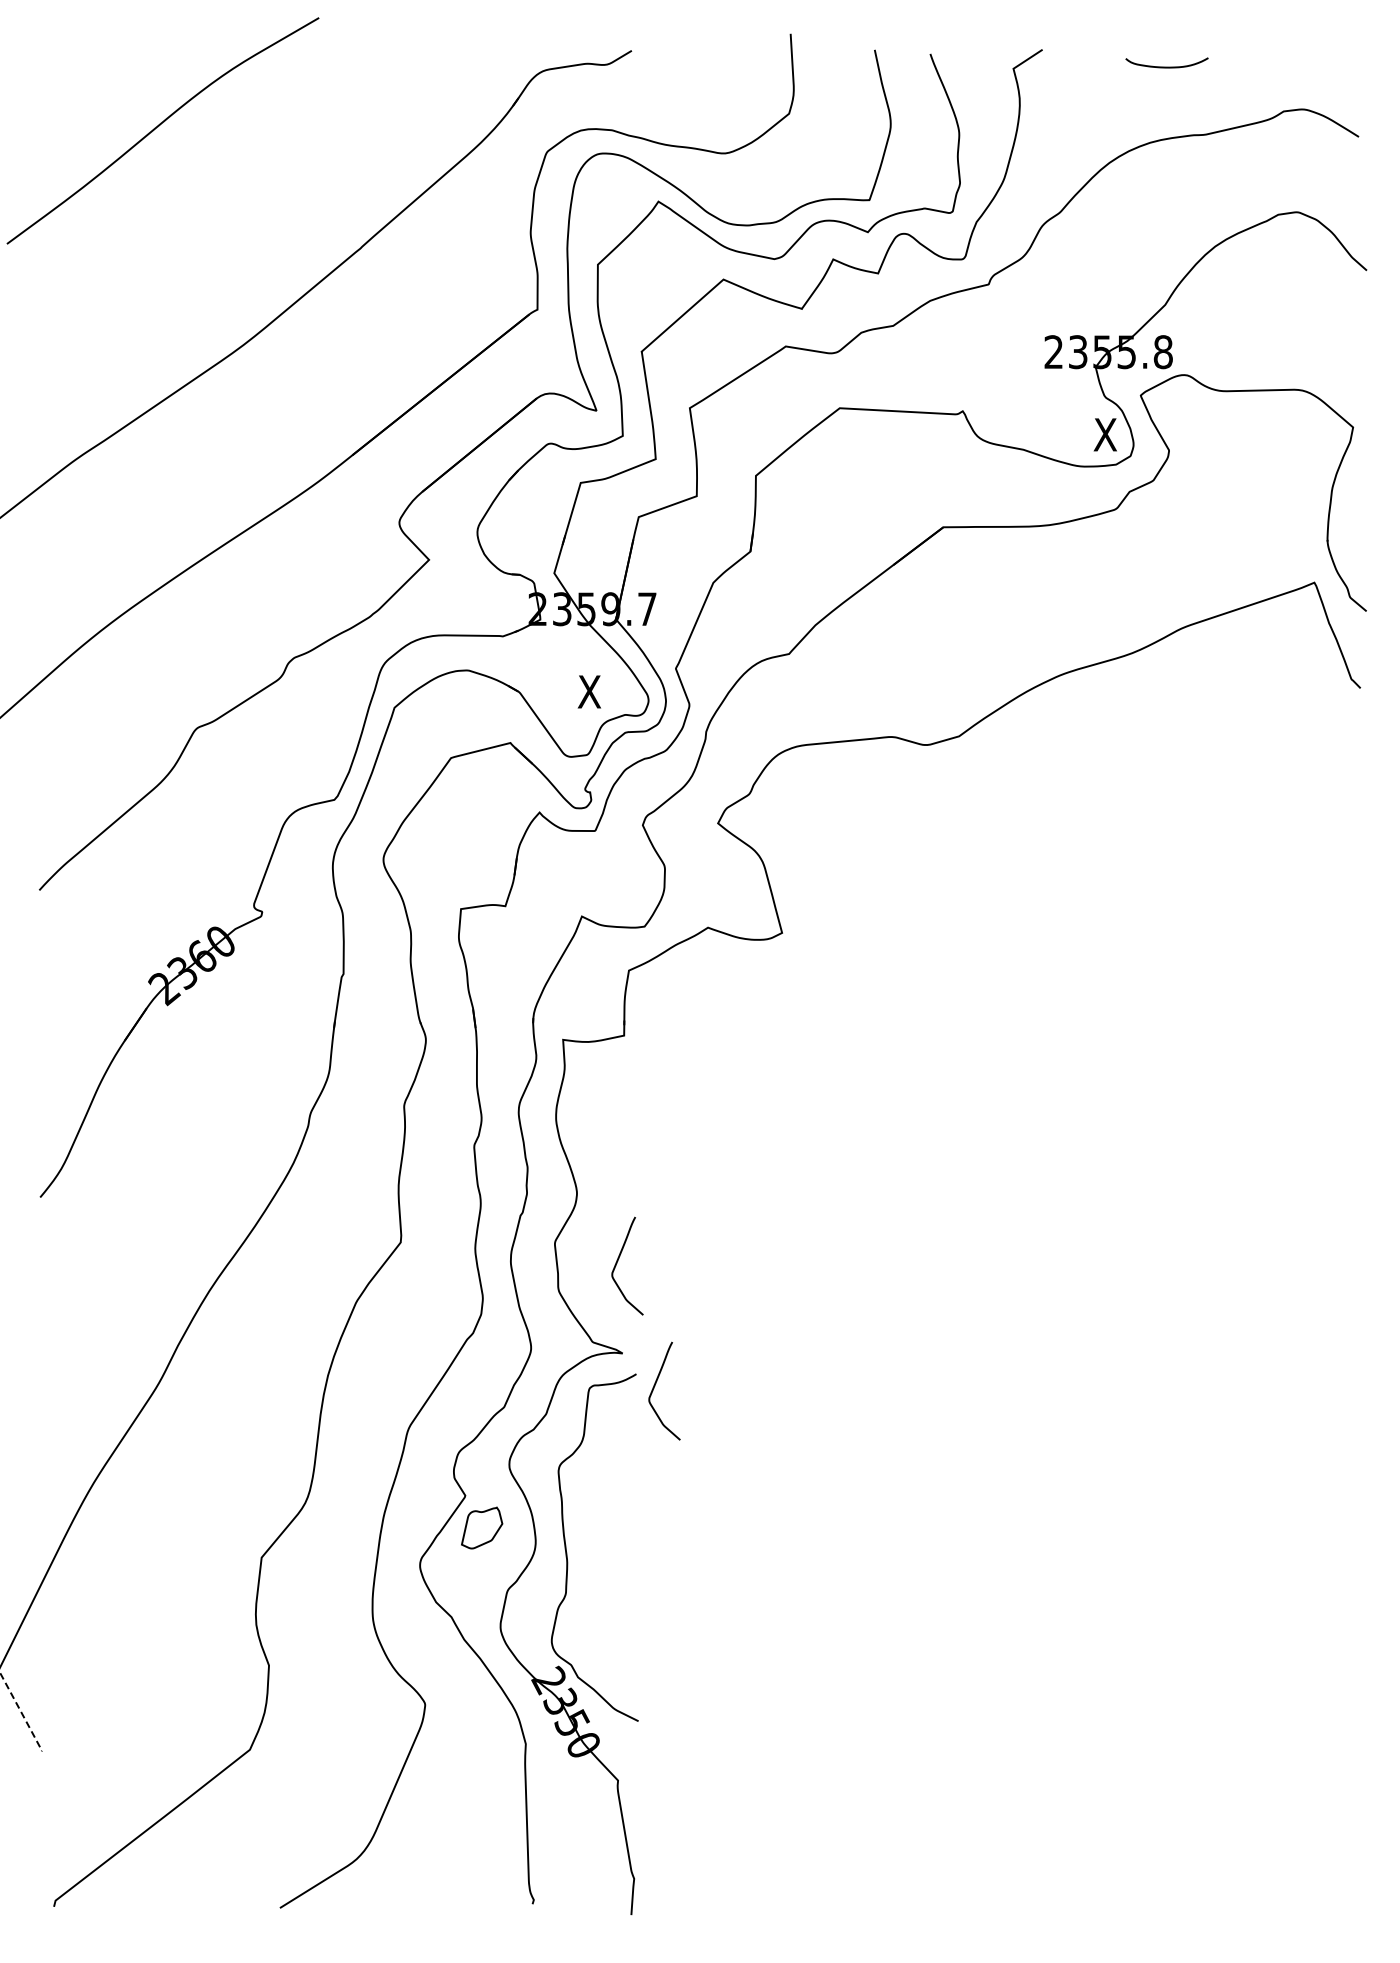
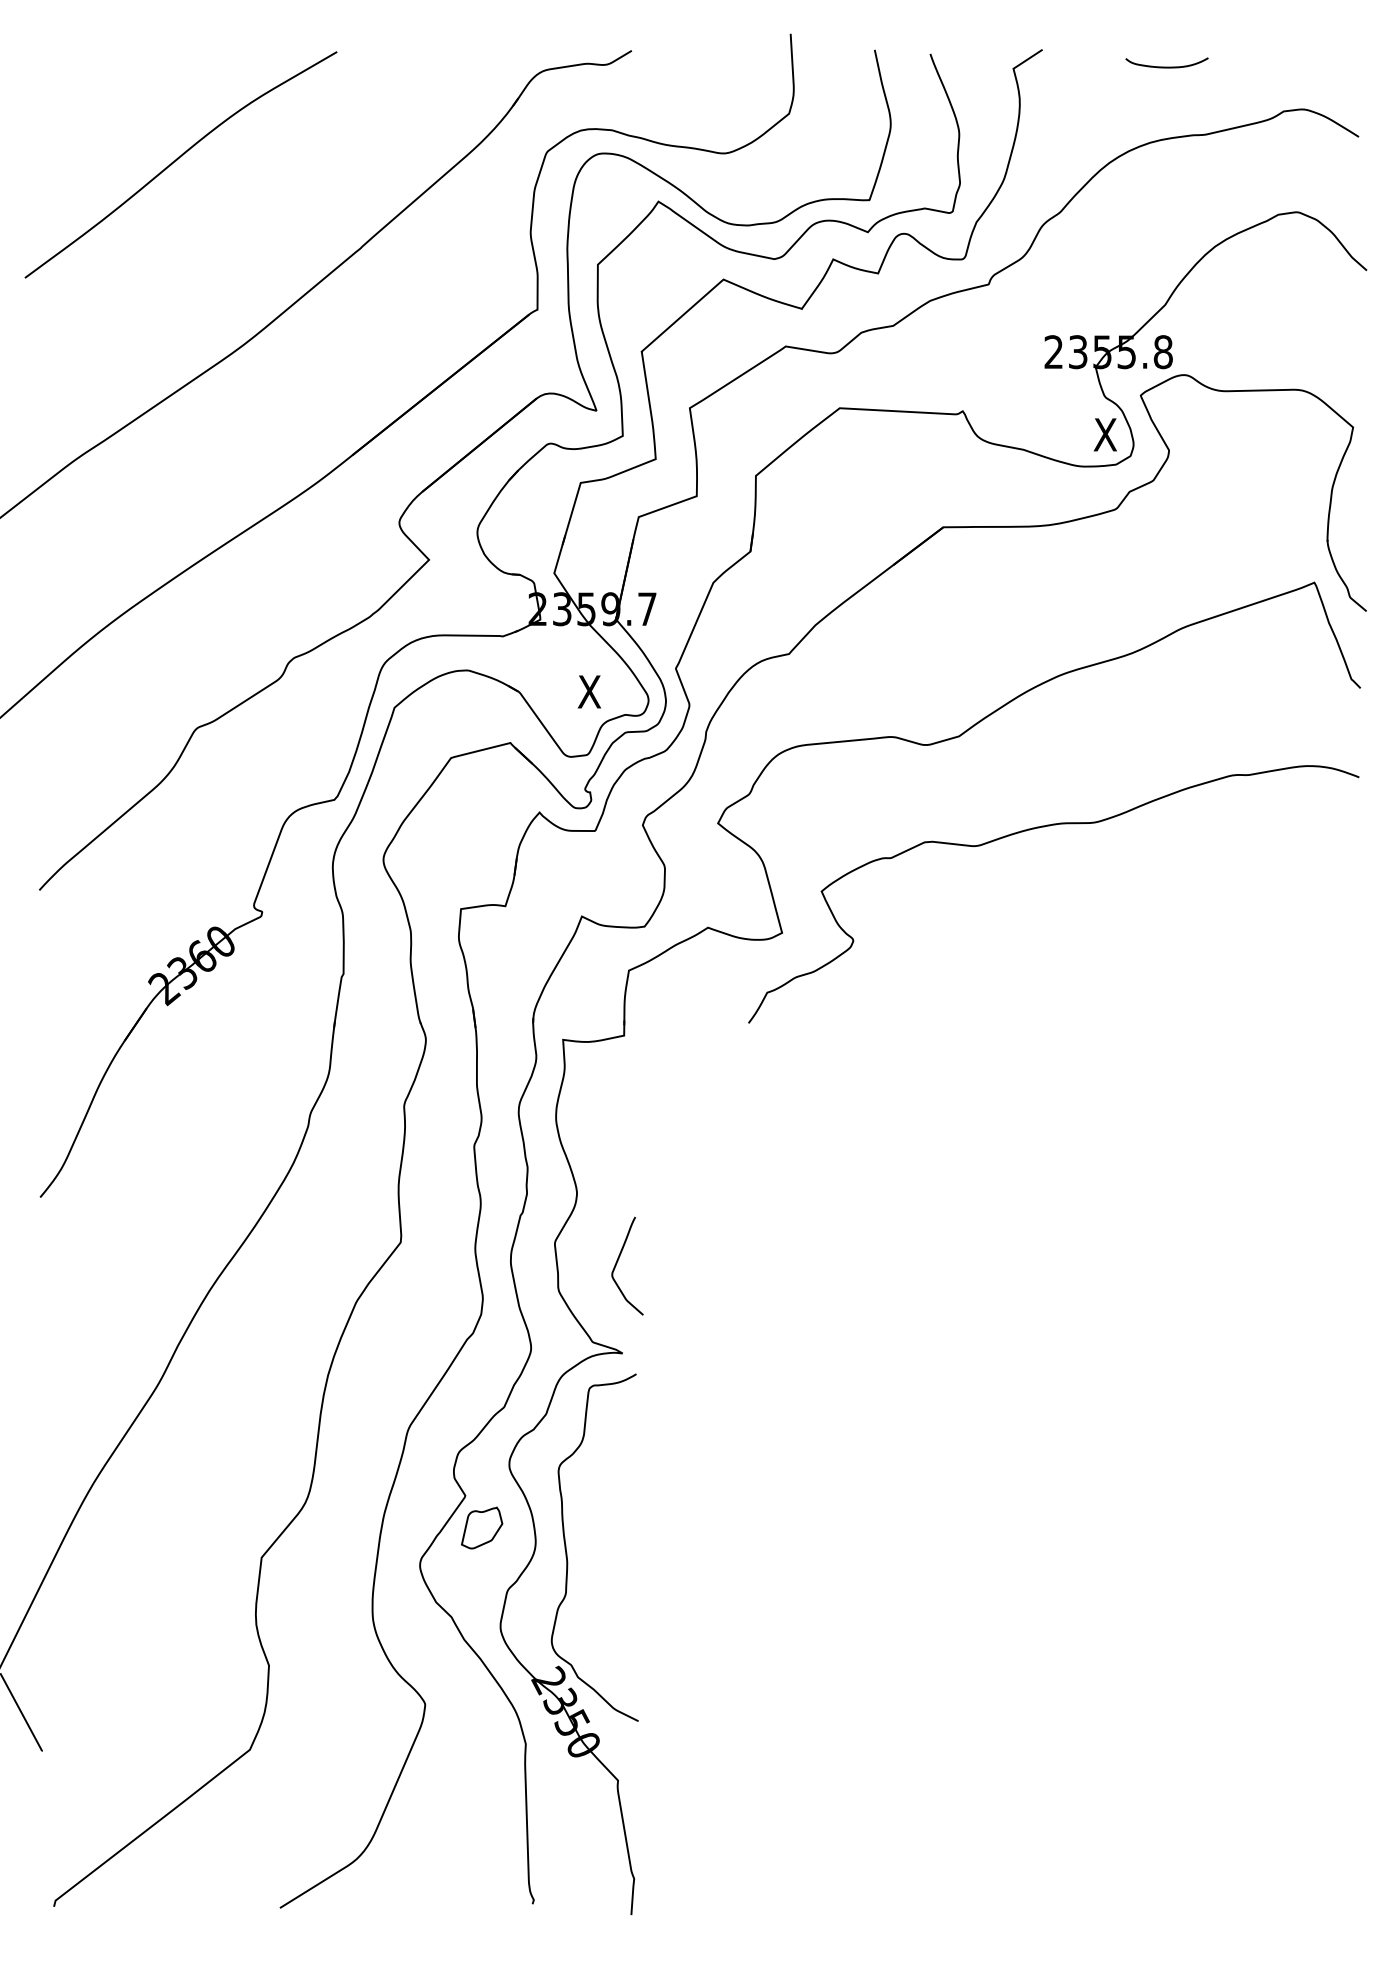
curve at (159, 126) position: (159, 126) -> (177, 160)
curve at (1039, 828): none -> present
curve at (655, 1386): present -> none
line at (21, 1713): dashed -> solid
